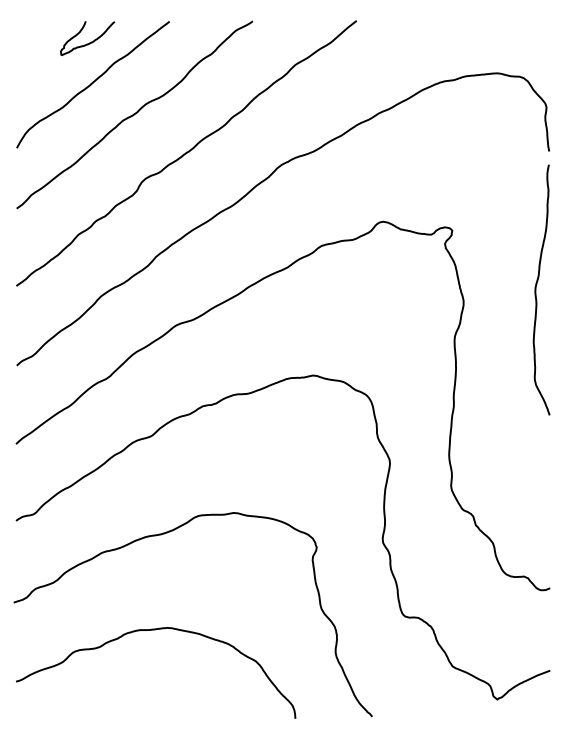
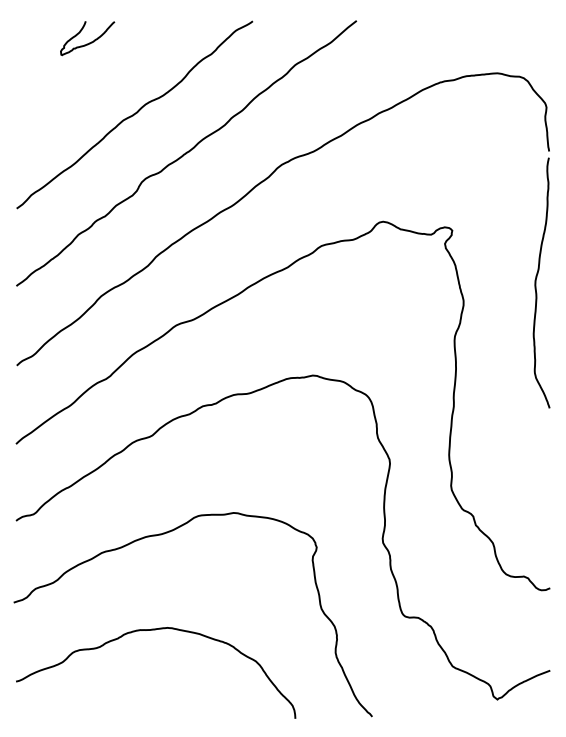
curve at (92, 84): present -> none
curve at (536, 289) position: (536, 289) -> (536, 282)
